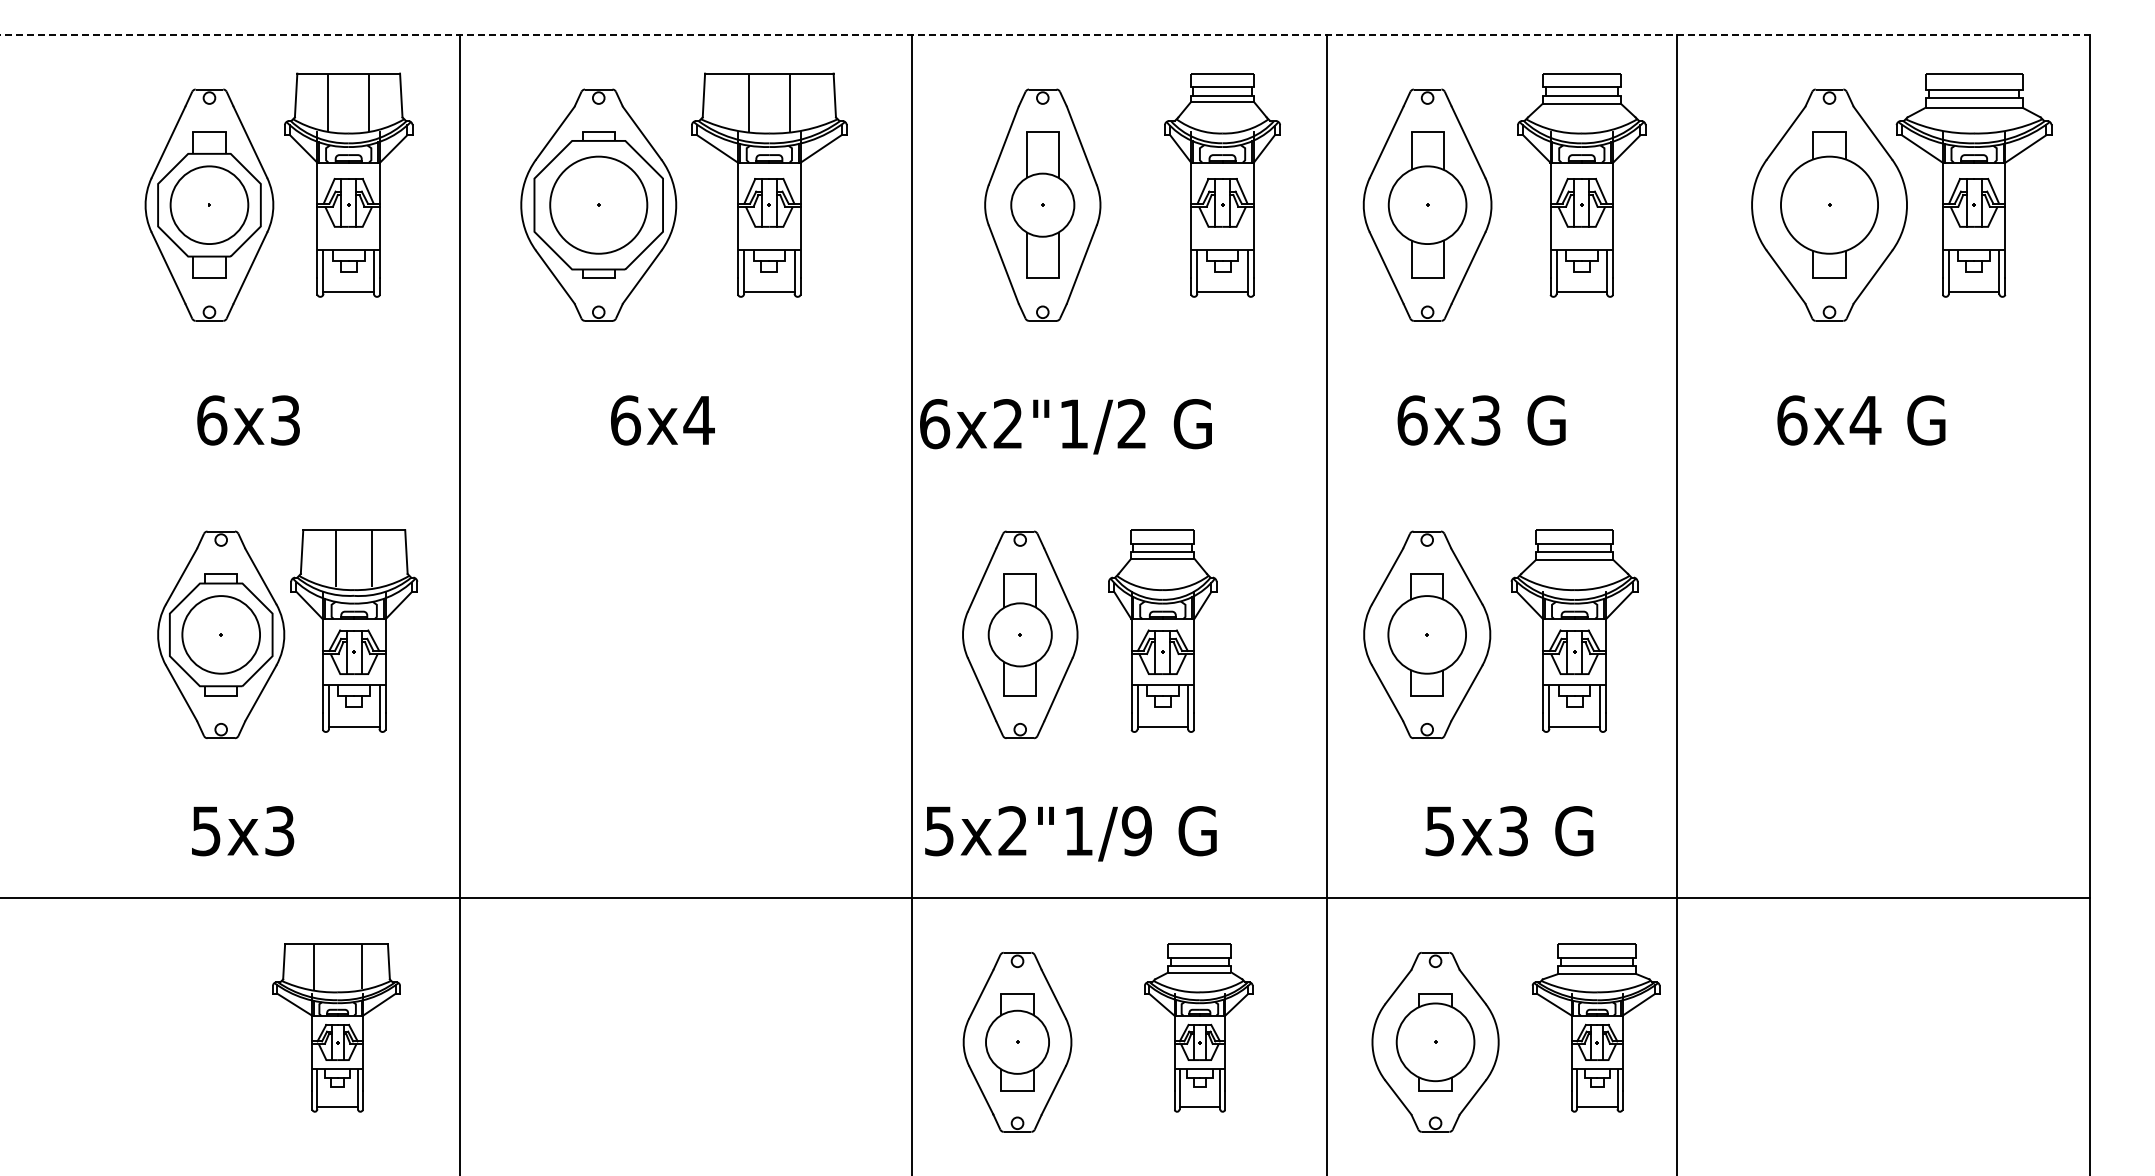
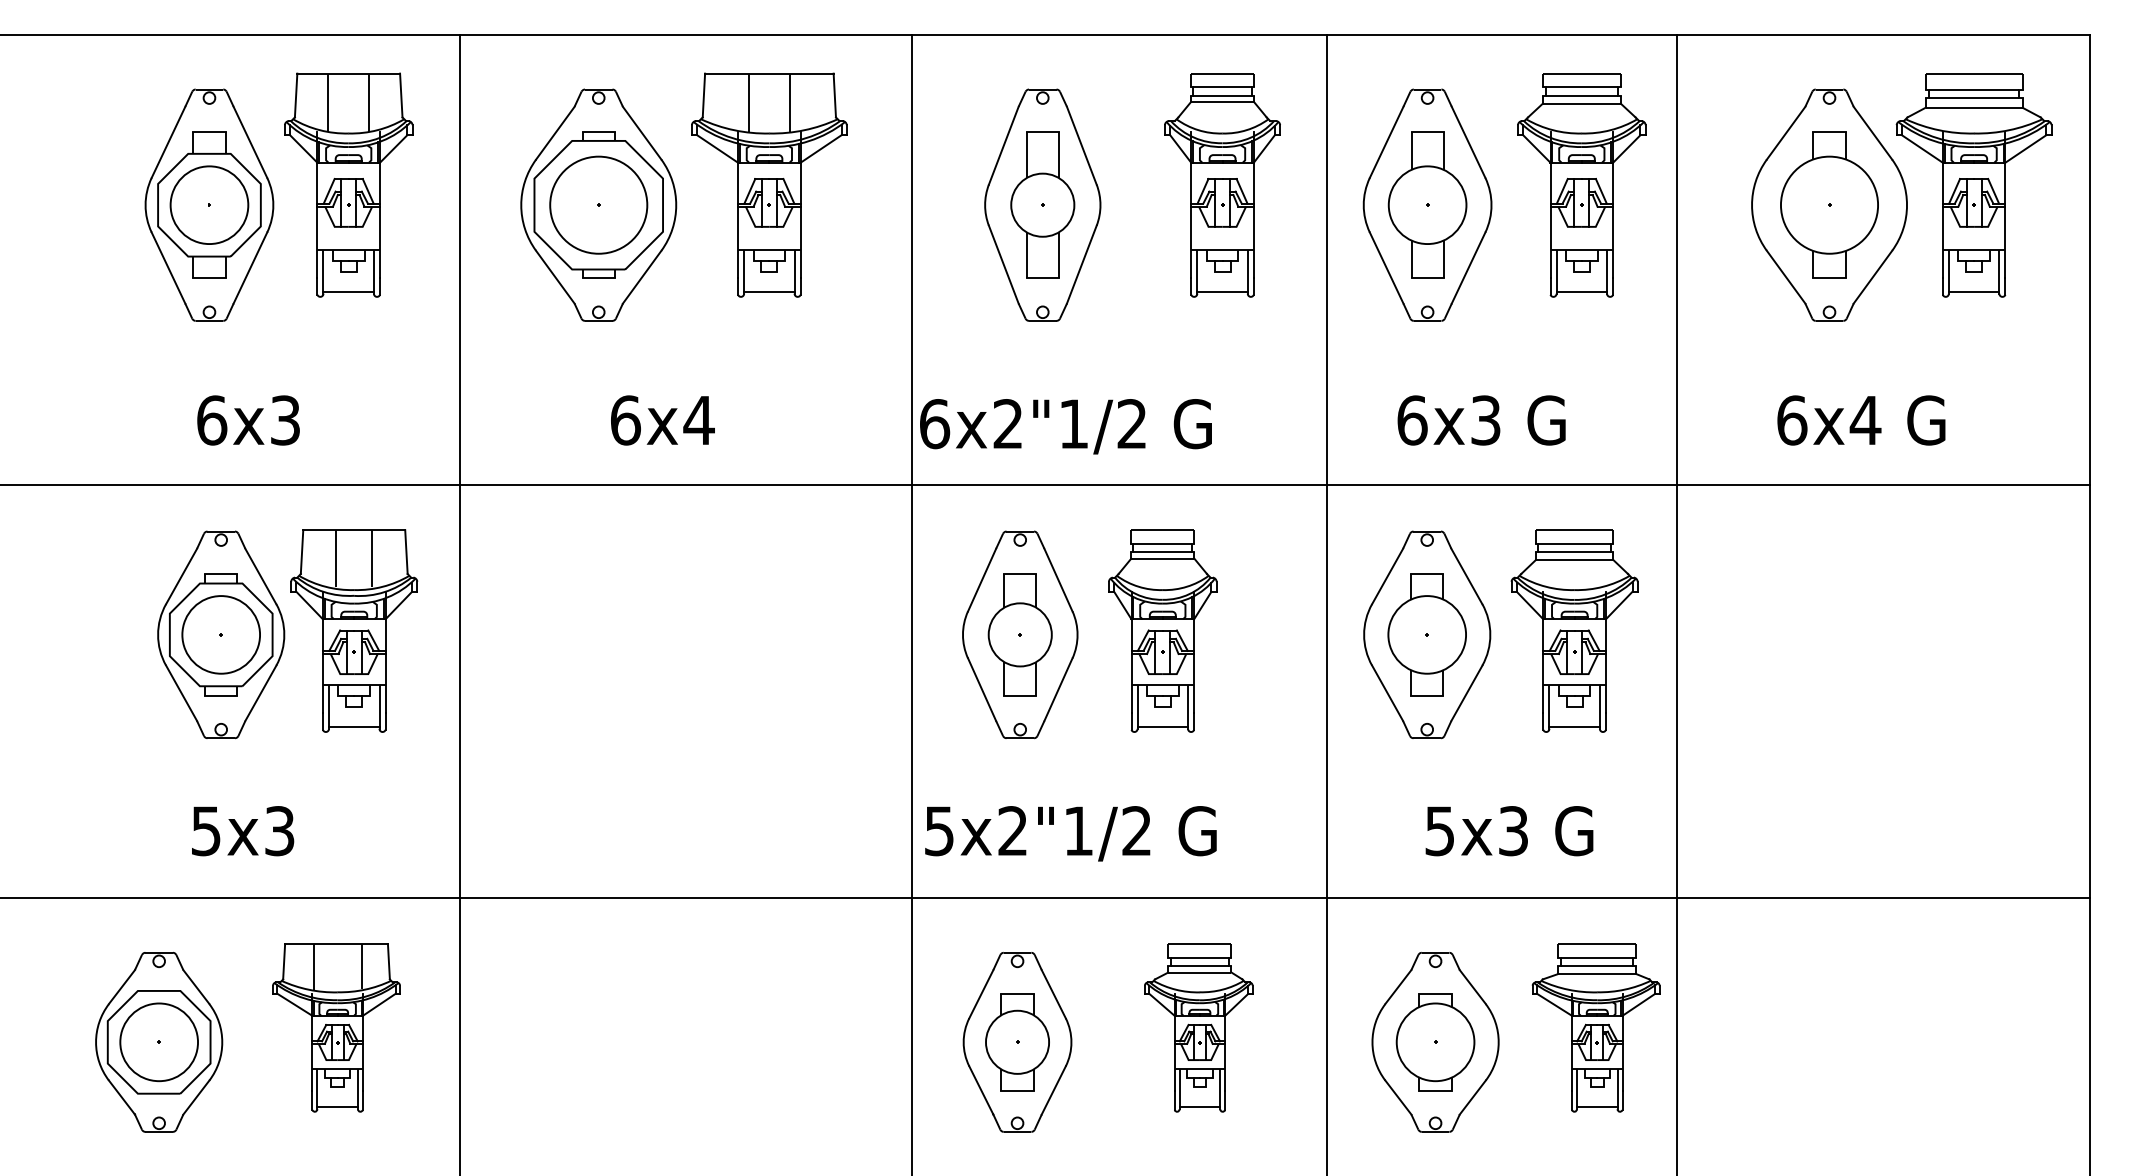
line at (1045, 35): dashed -> solid
line at (1046, 485): none -> present
text at (1136, 831): 5x2"1/9 -> 5x2"1/2
part at (159, 1041): none -> present
